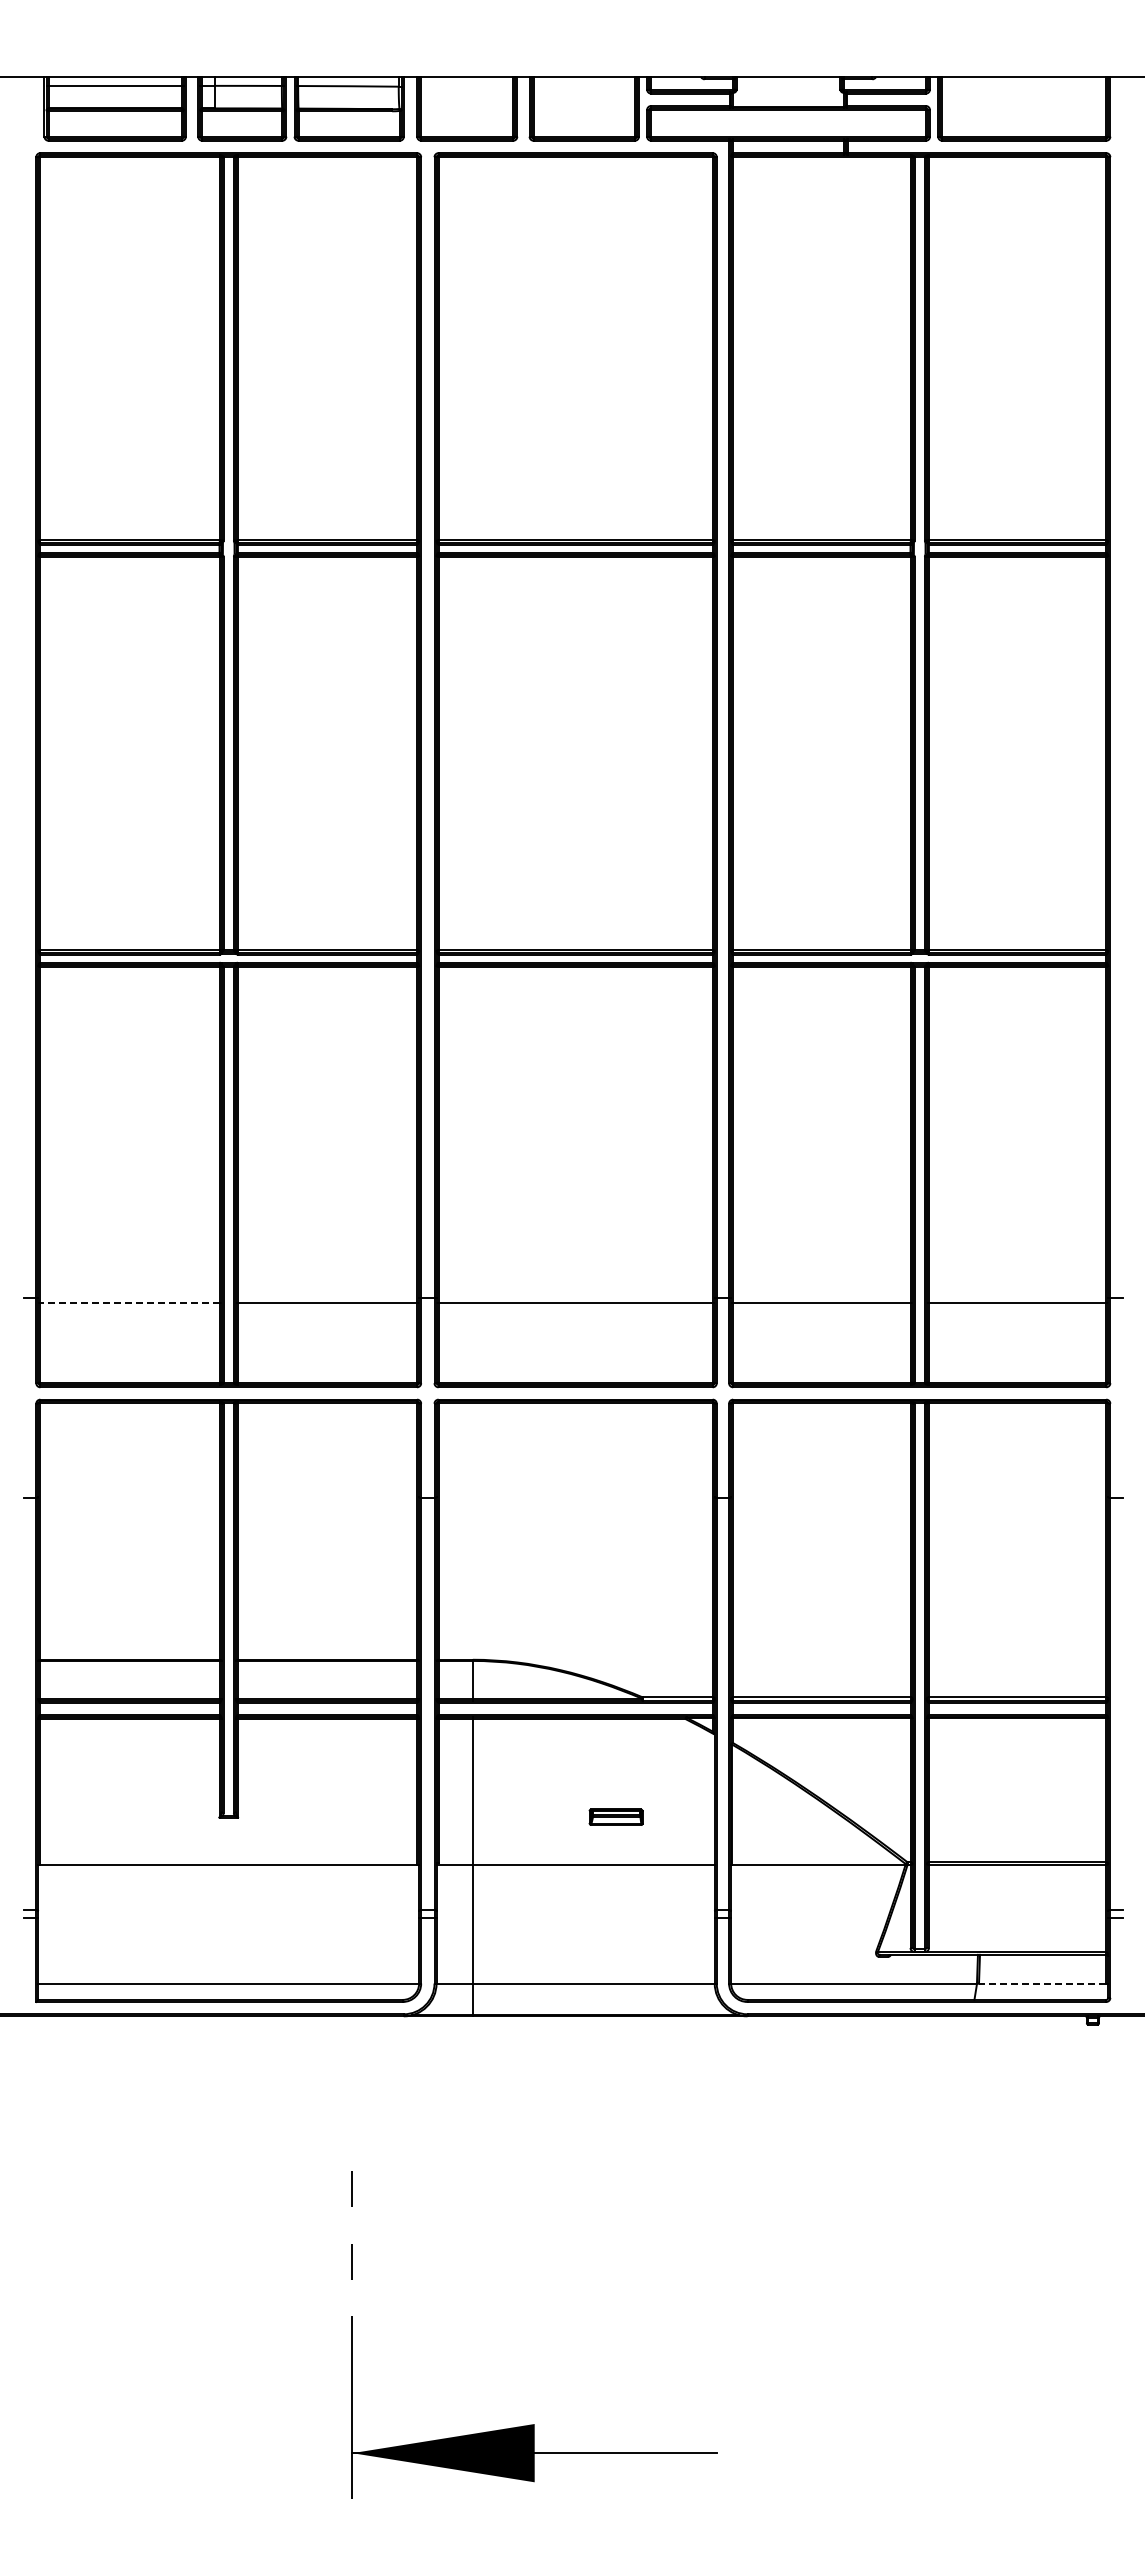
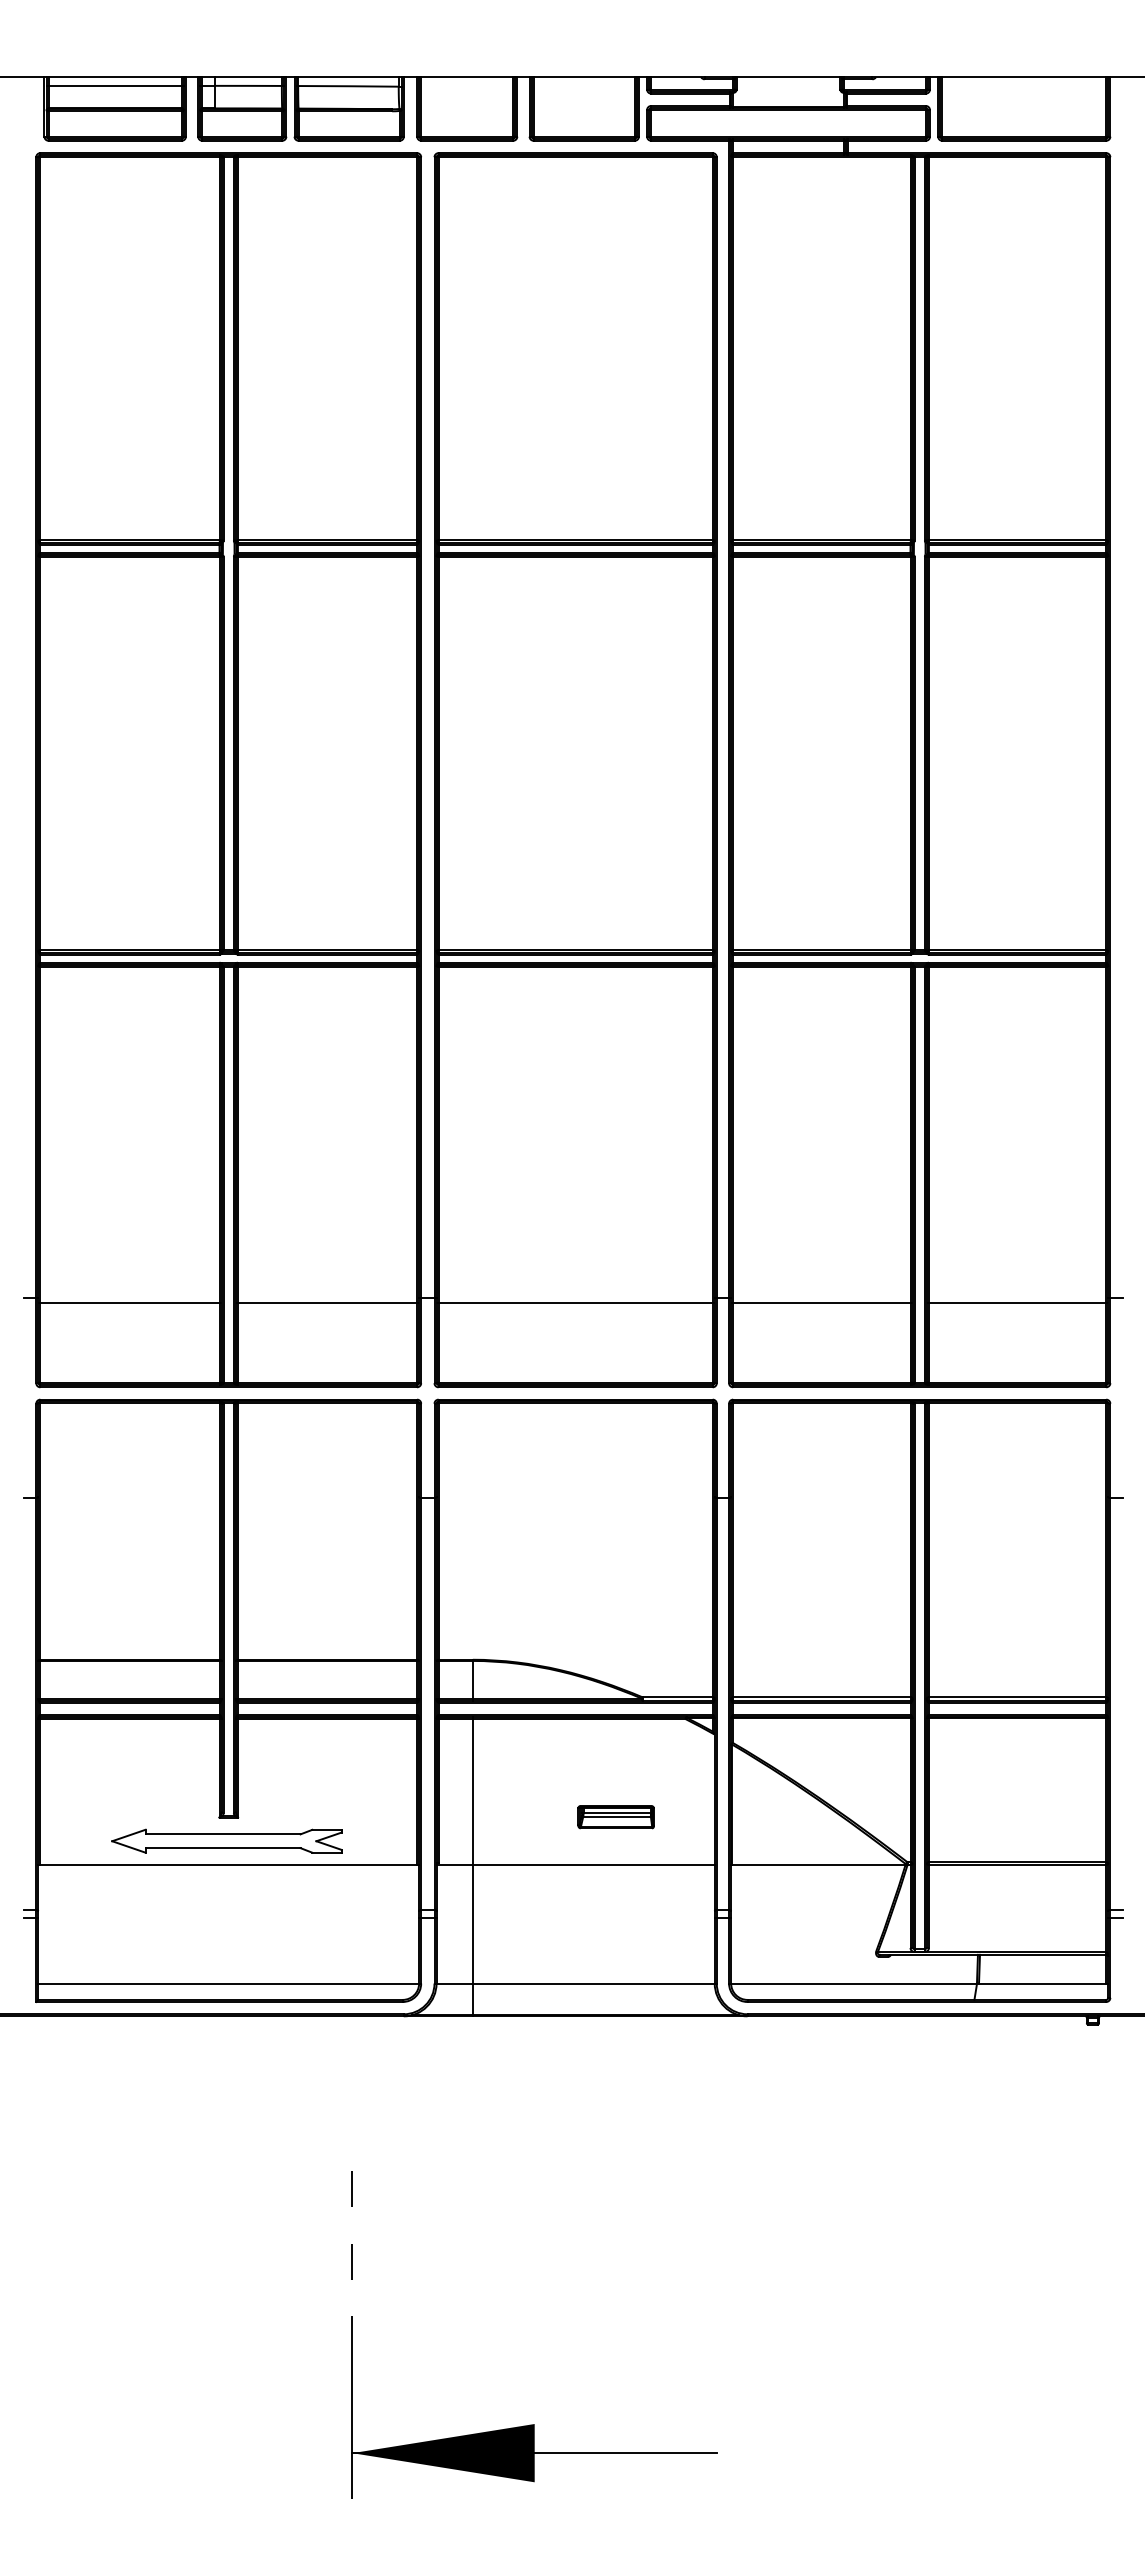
line at (129, 1302): dashed -> solid
part at (615, 1816) size: 56x18 px -> 78x25 px
part at (226, 1840): none -> present
line at (1042, 1983): dashed -> solid
